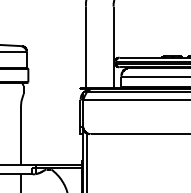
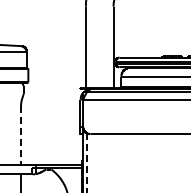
line at (21, 136): solid -> dashed
line at (87, 163): solid -> dashed
